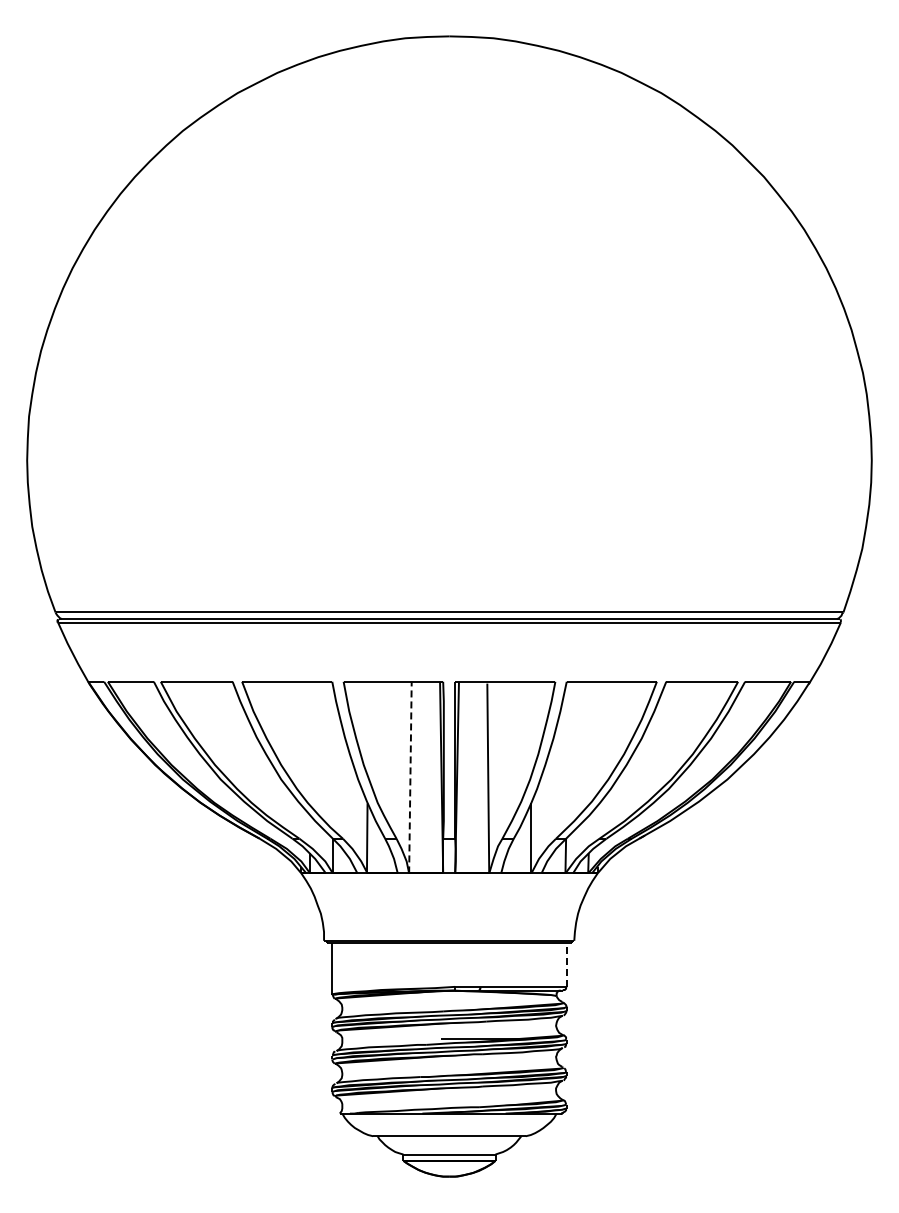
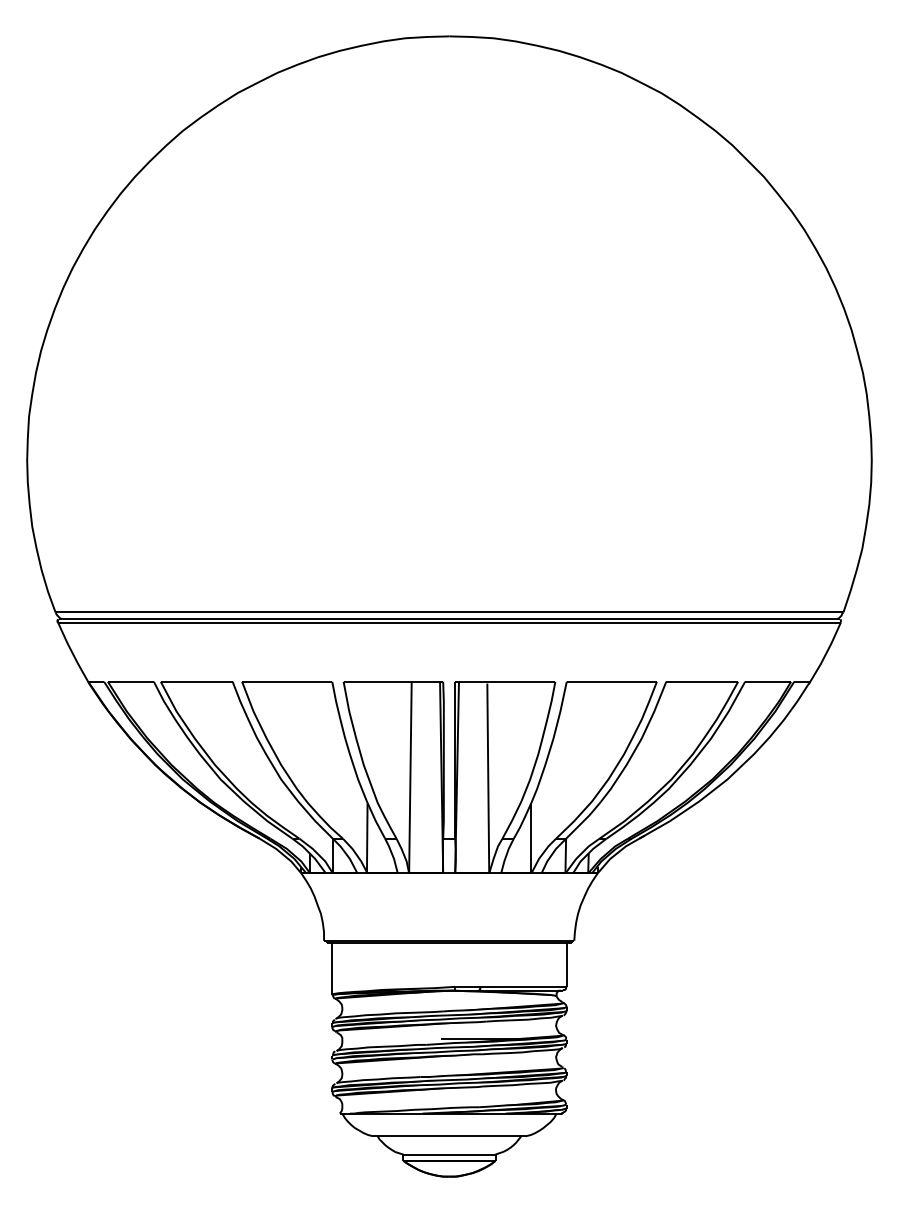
line at (410, 777): dashed -> solid
line at (566, 965): dashed -> solid
